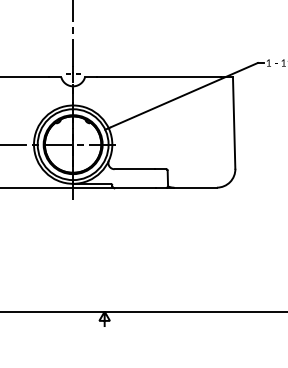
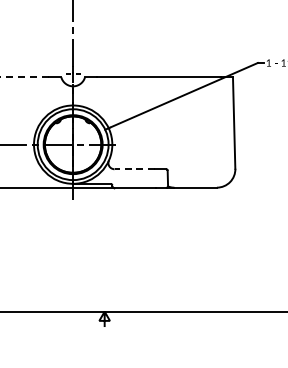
line at (24, 77): solid -> dashed
line at (134, 169): solid -> dashed
